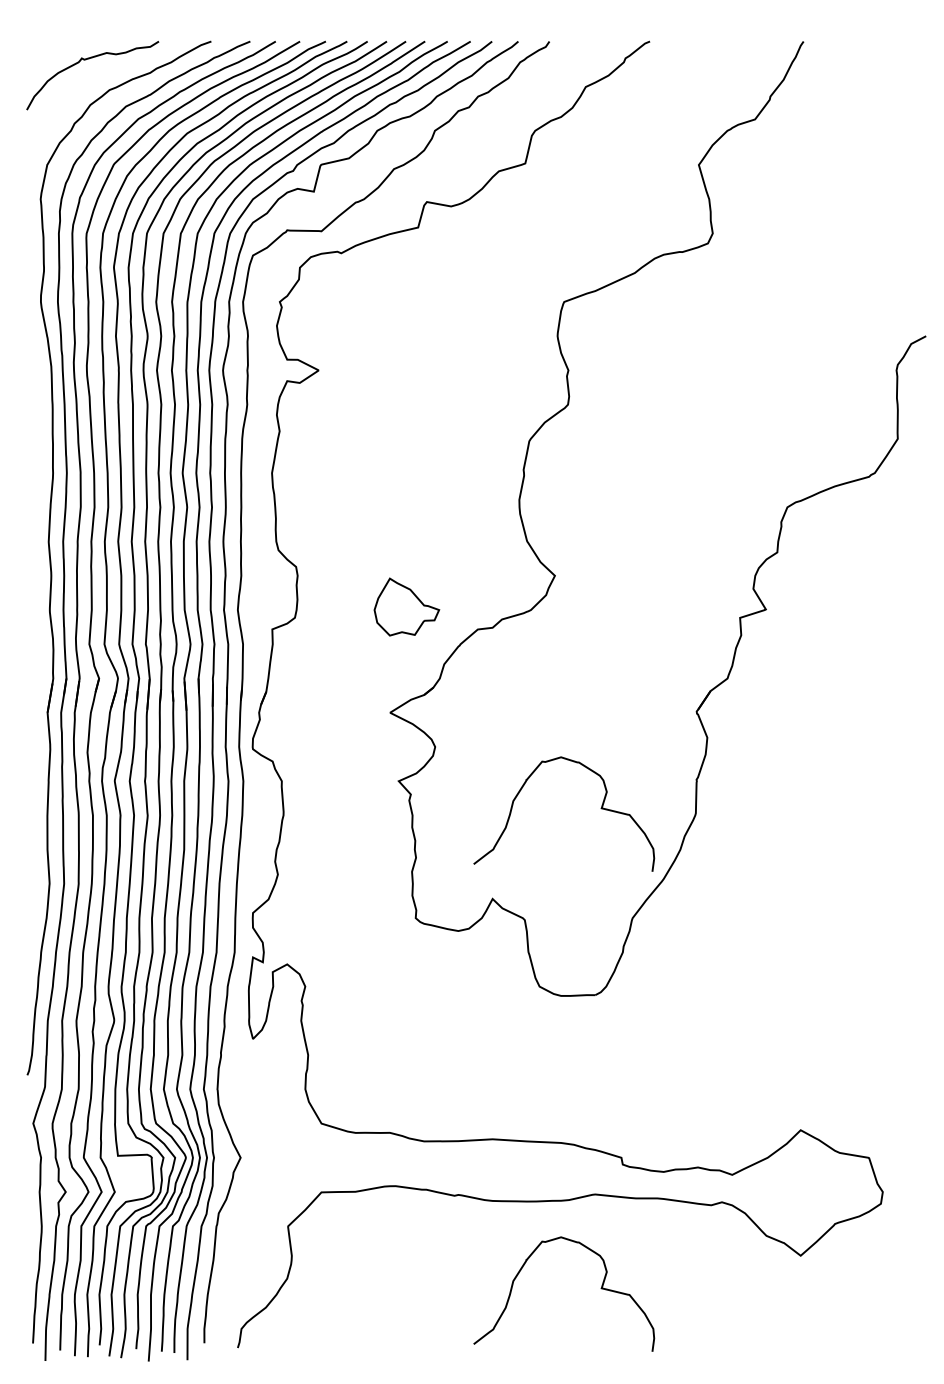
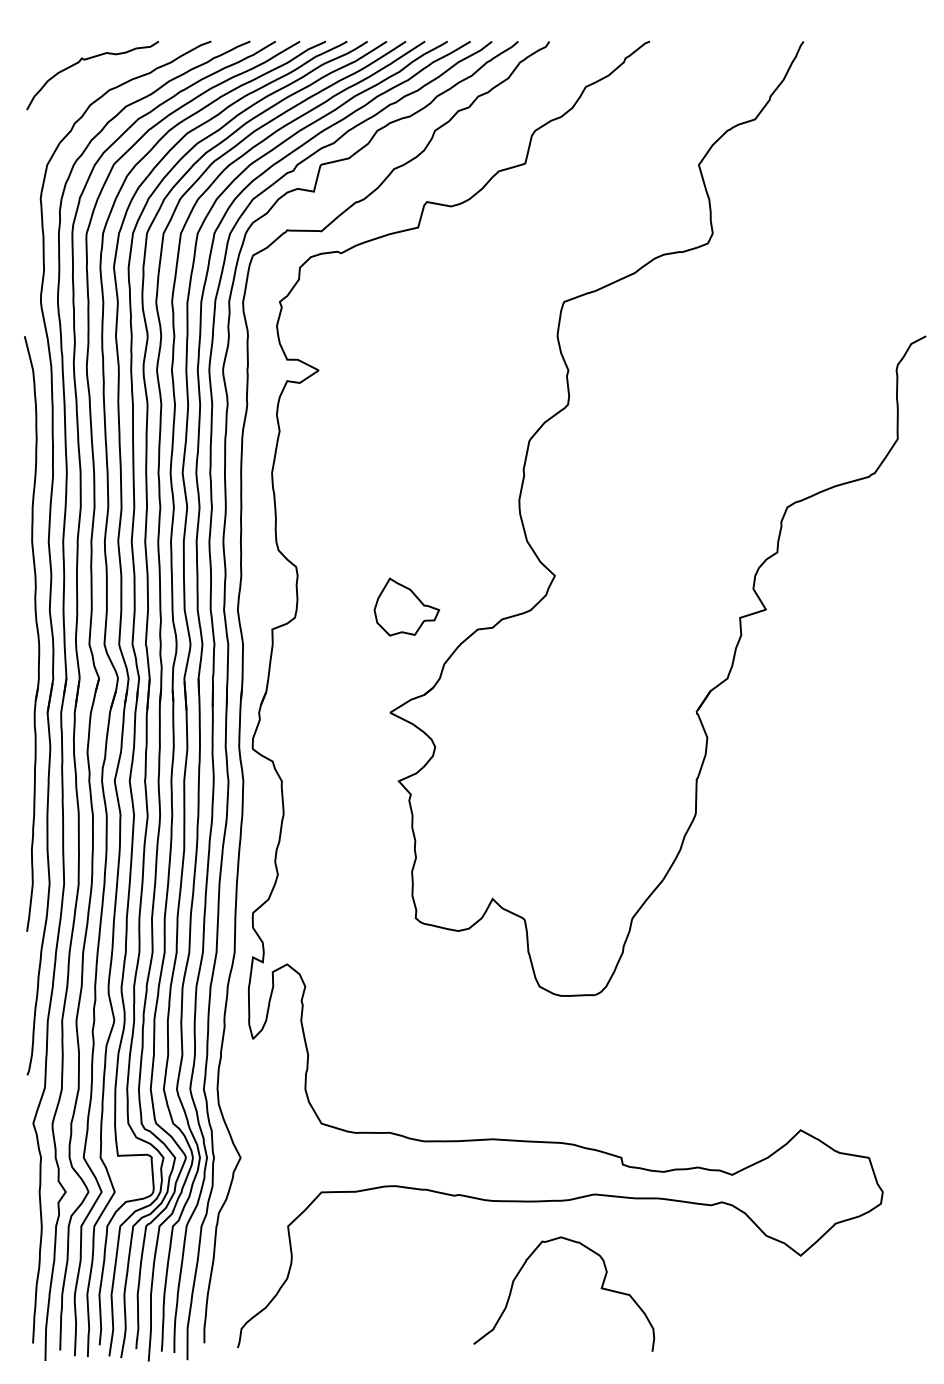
part at (32, 633): none -> present
curve at (600, 808): present -> none
